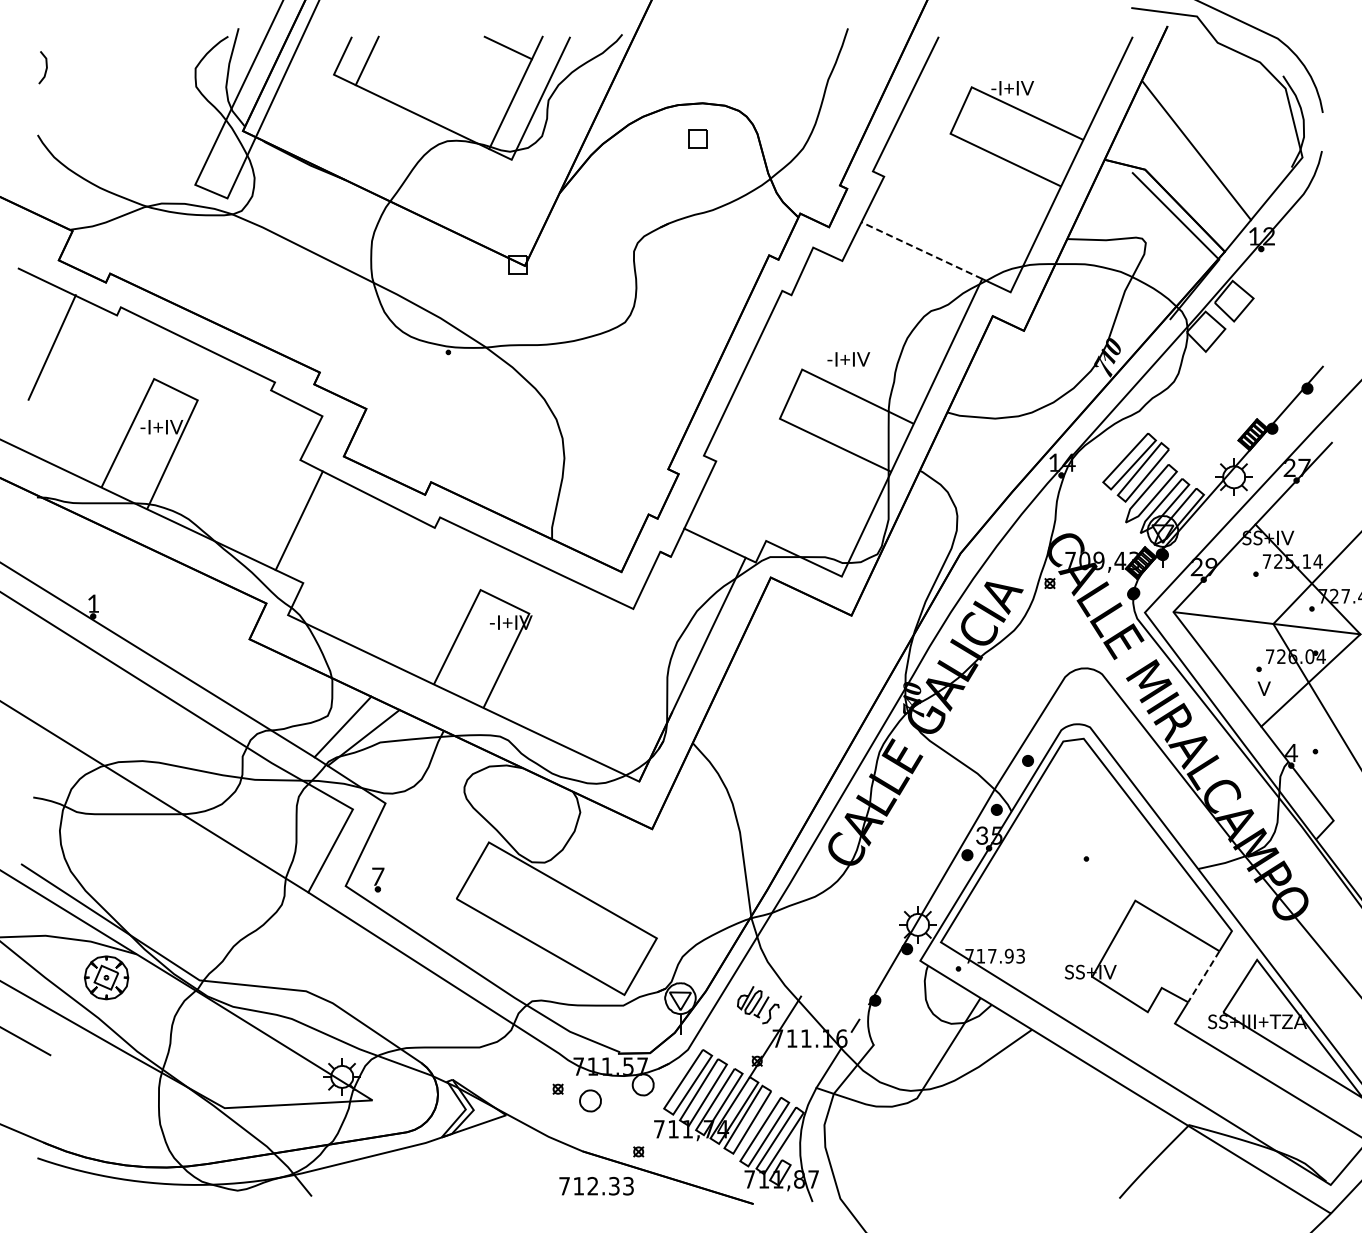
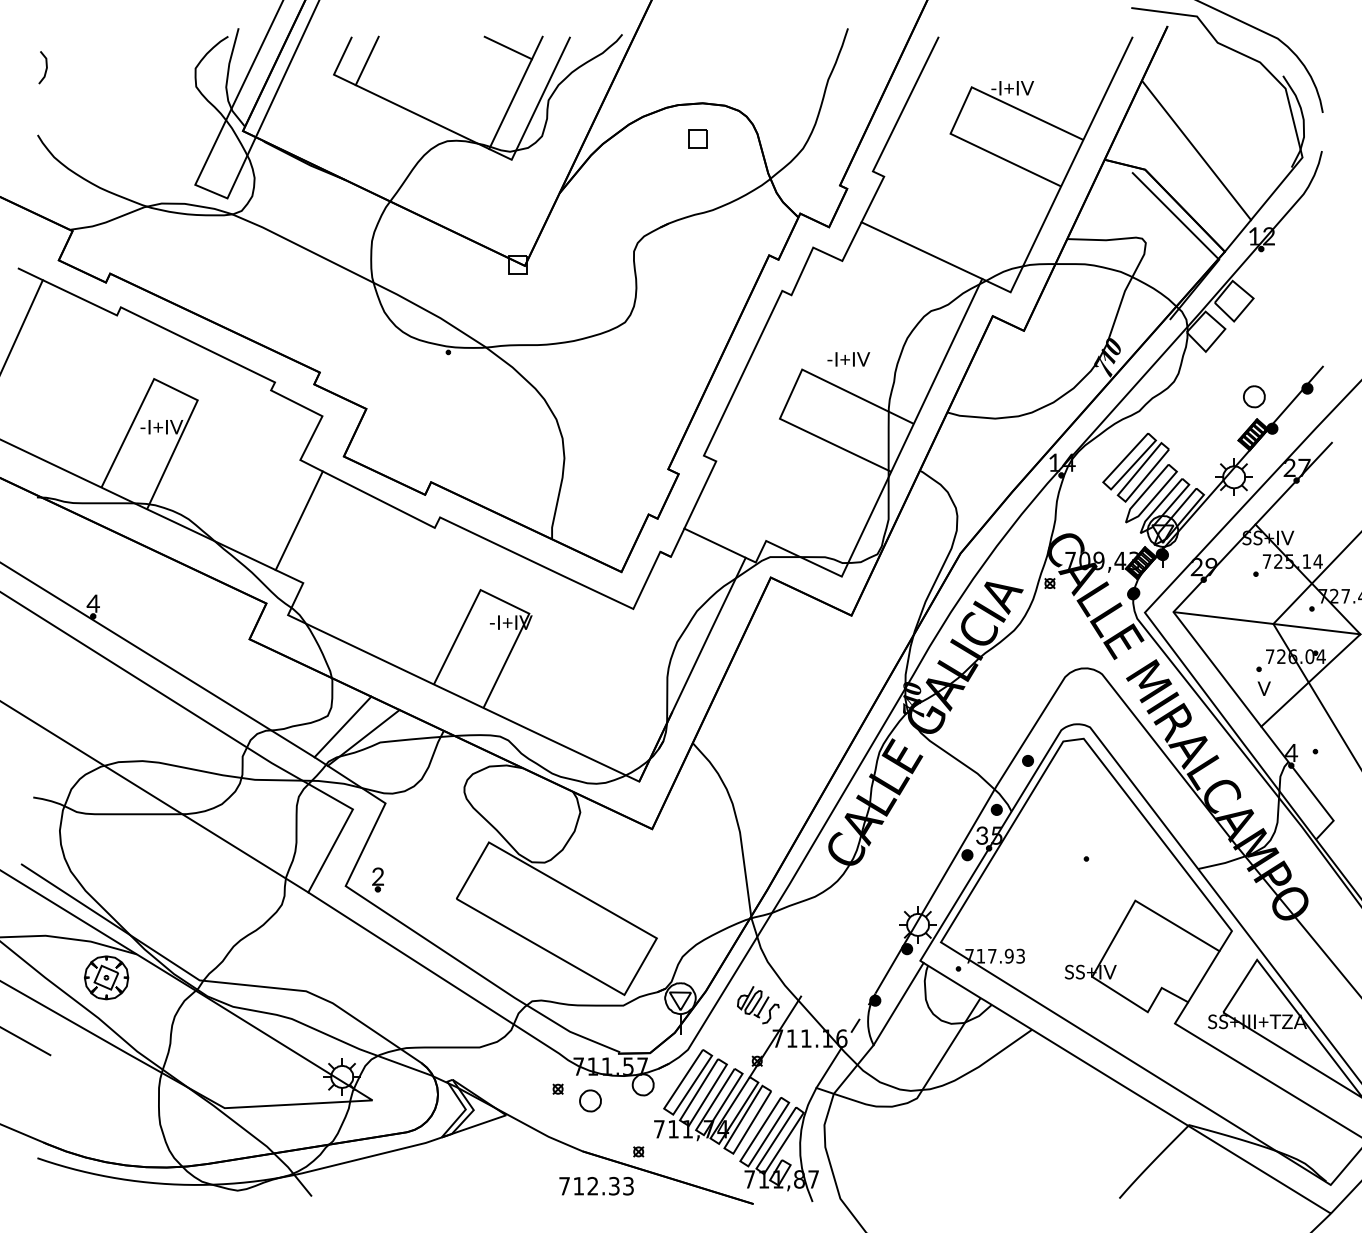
line at (921, 250): dashed -> solid
line at (51, 347) position: (51, 347) -> (22, 325)
part at (1254, 396): none -> present
text at (92, 603): 1 -> 4
text at (378, 876): 7 -> 2
line at (1203, 976): dashed -> solid
line at (898, 1003): none -> present
